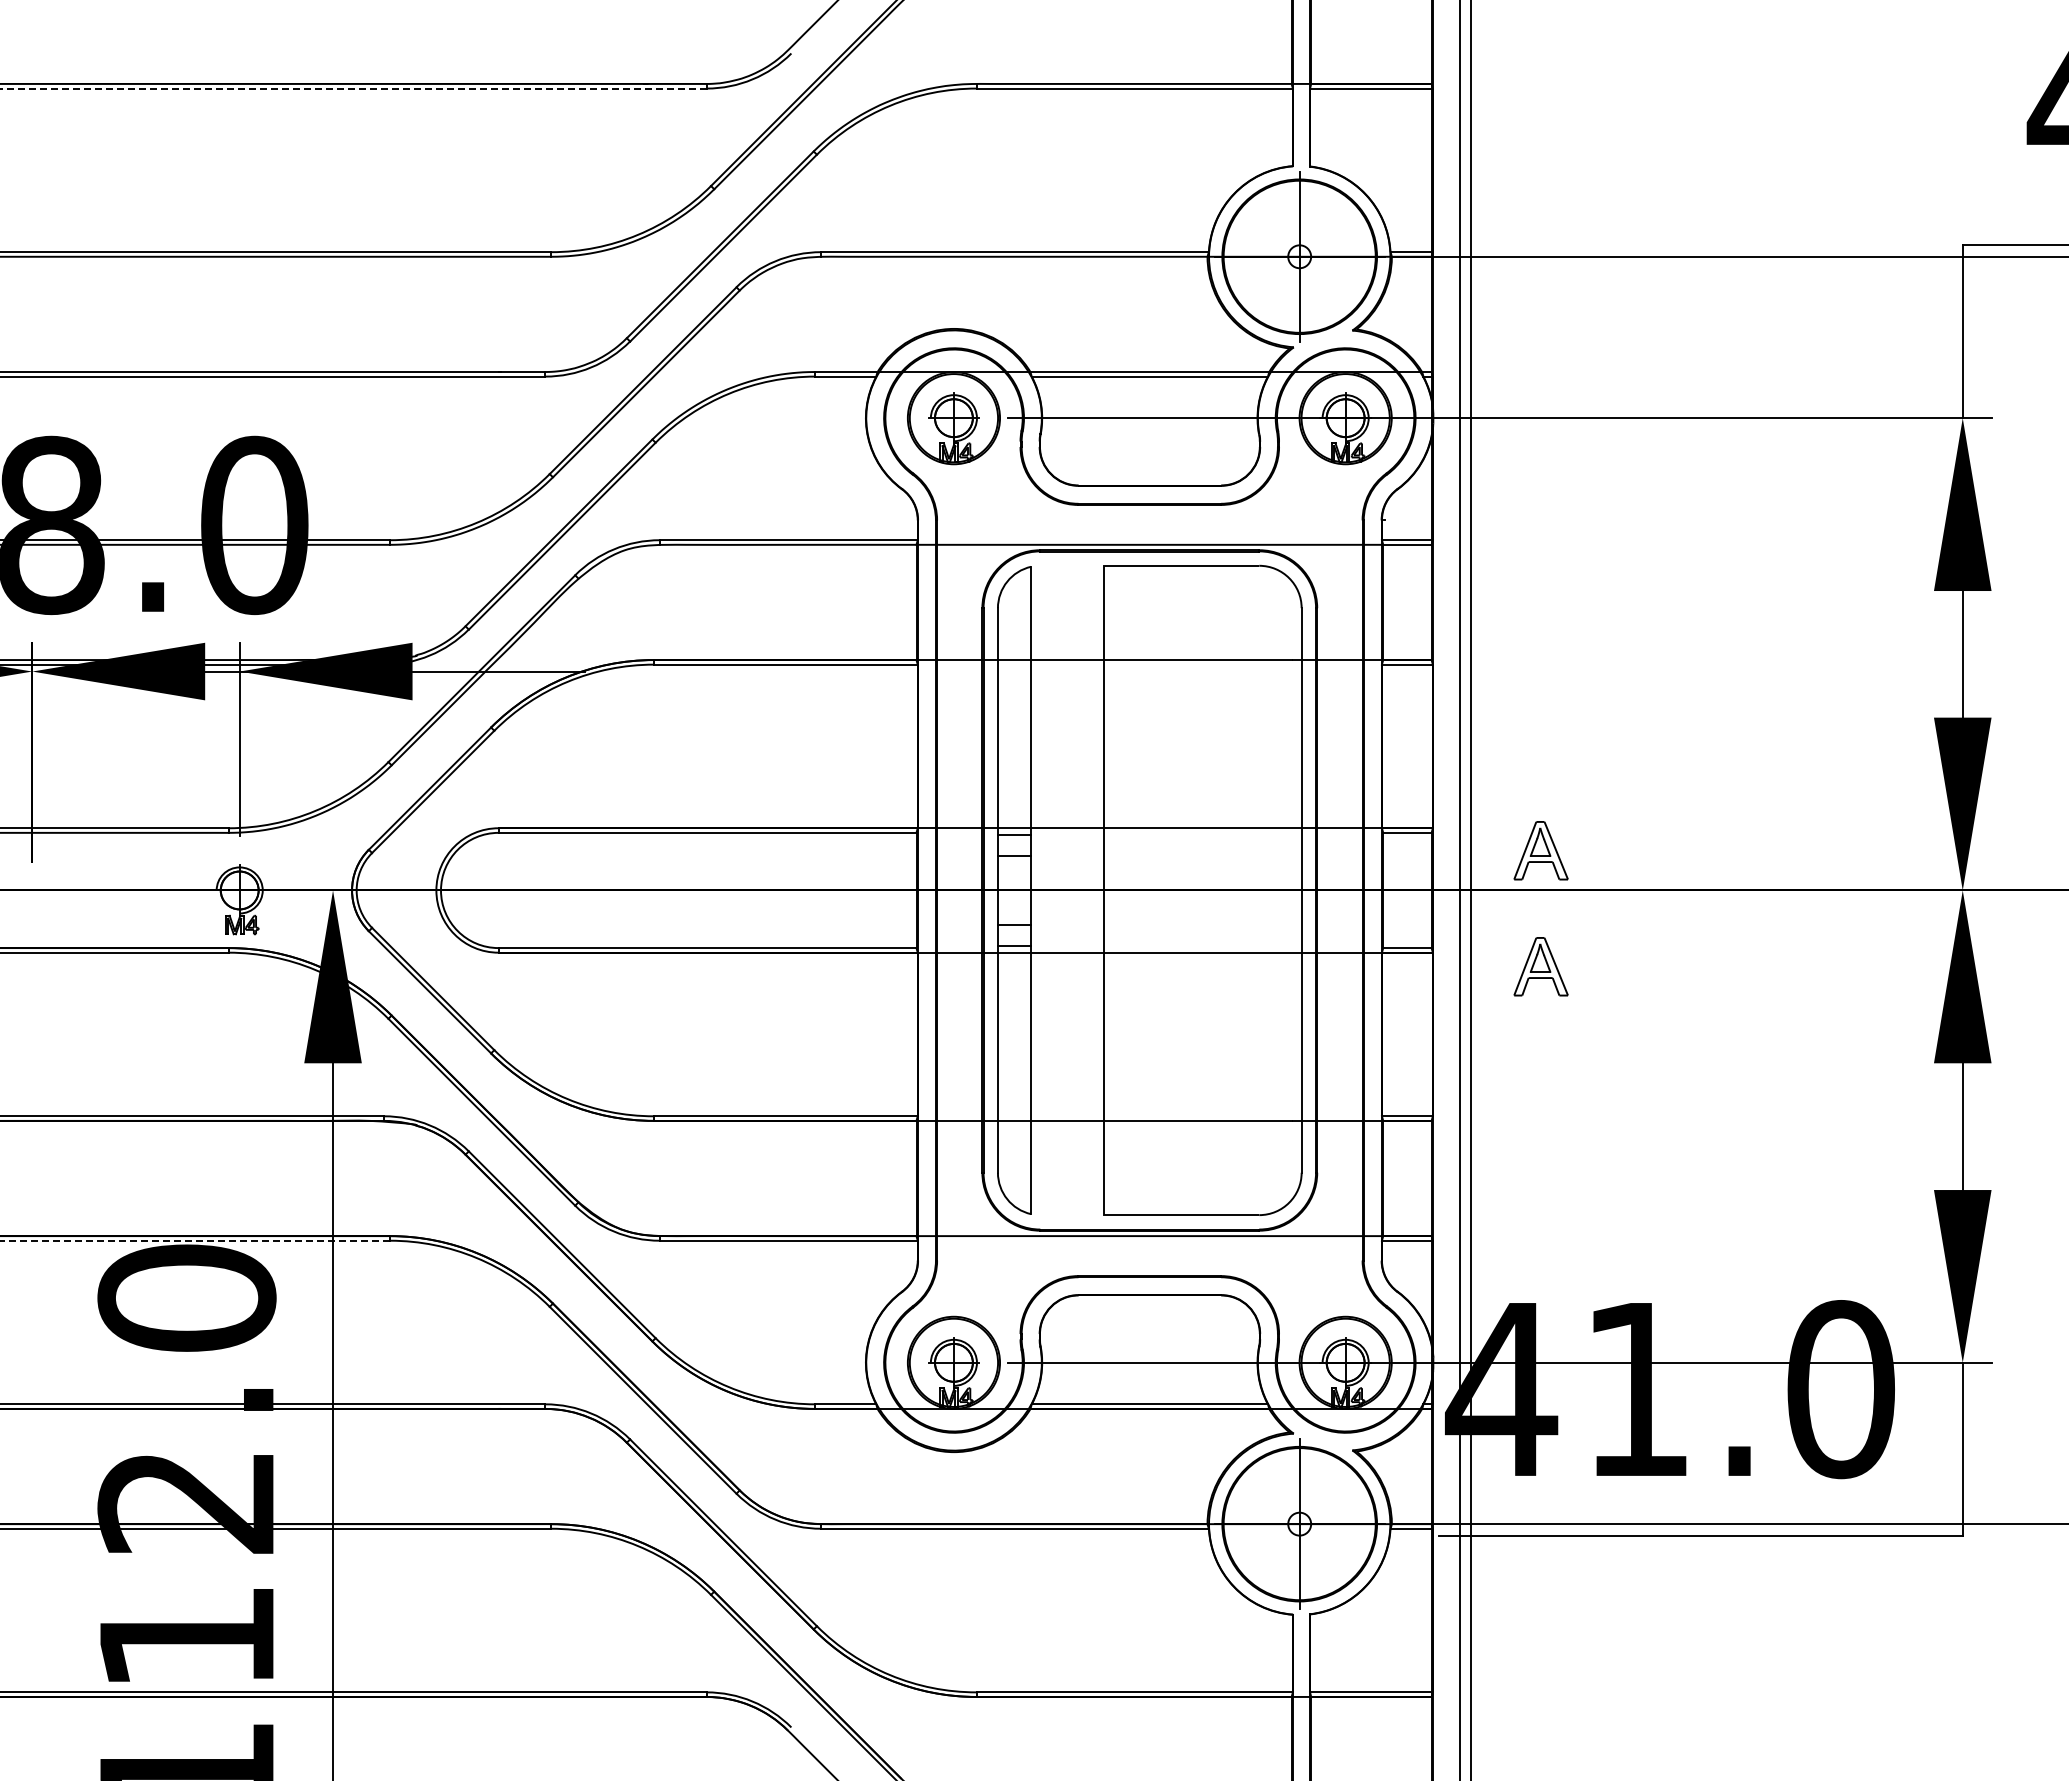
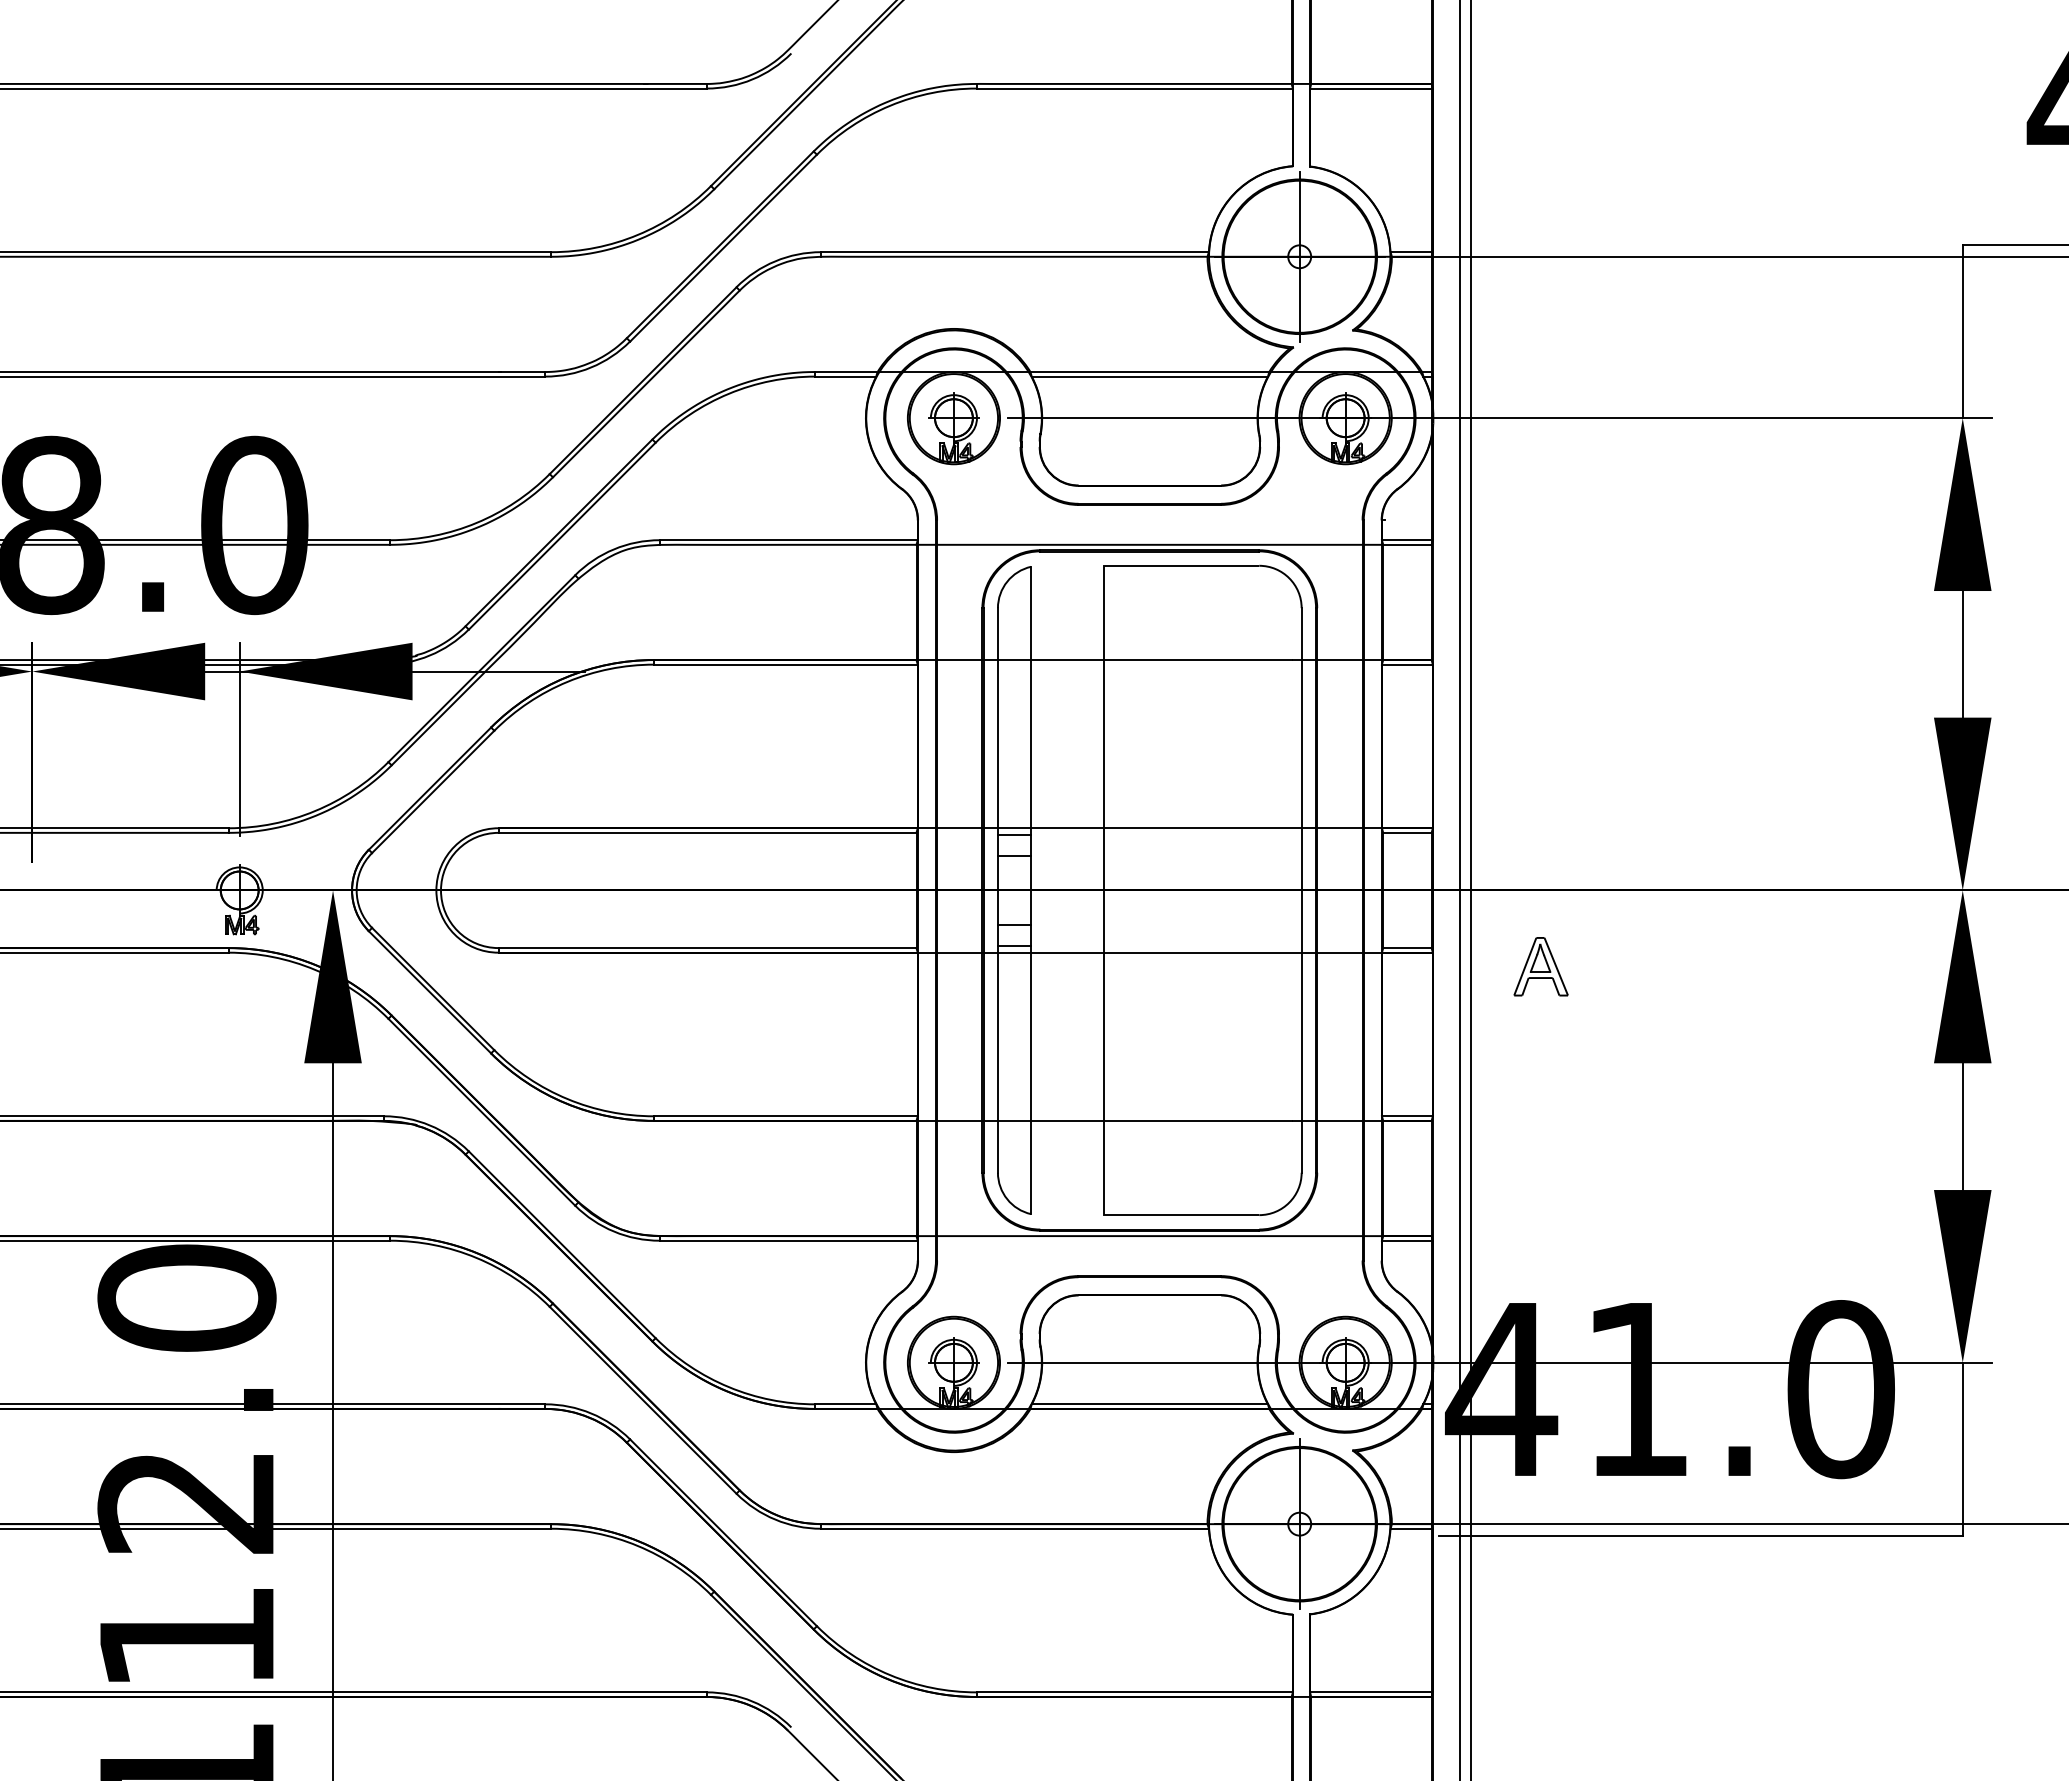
line at (353, 88): dashed -> solid
part at (1540, 850): present -> none
line at (195, 1240): dashed -> solid
